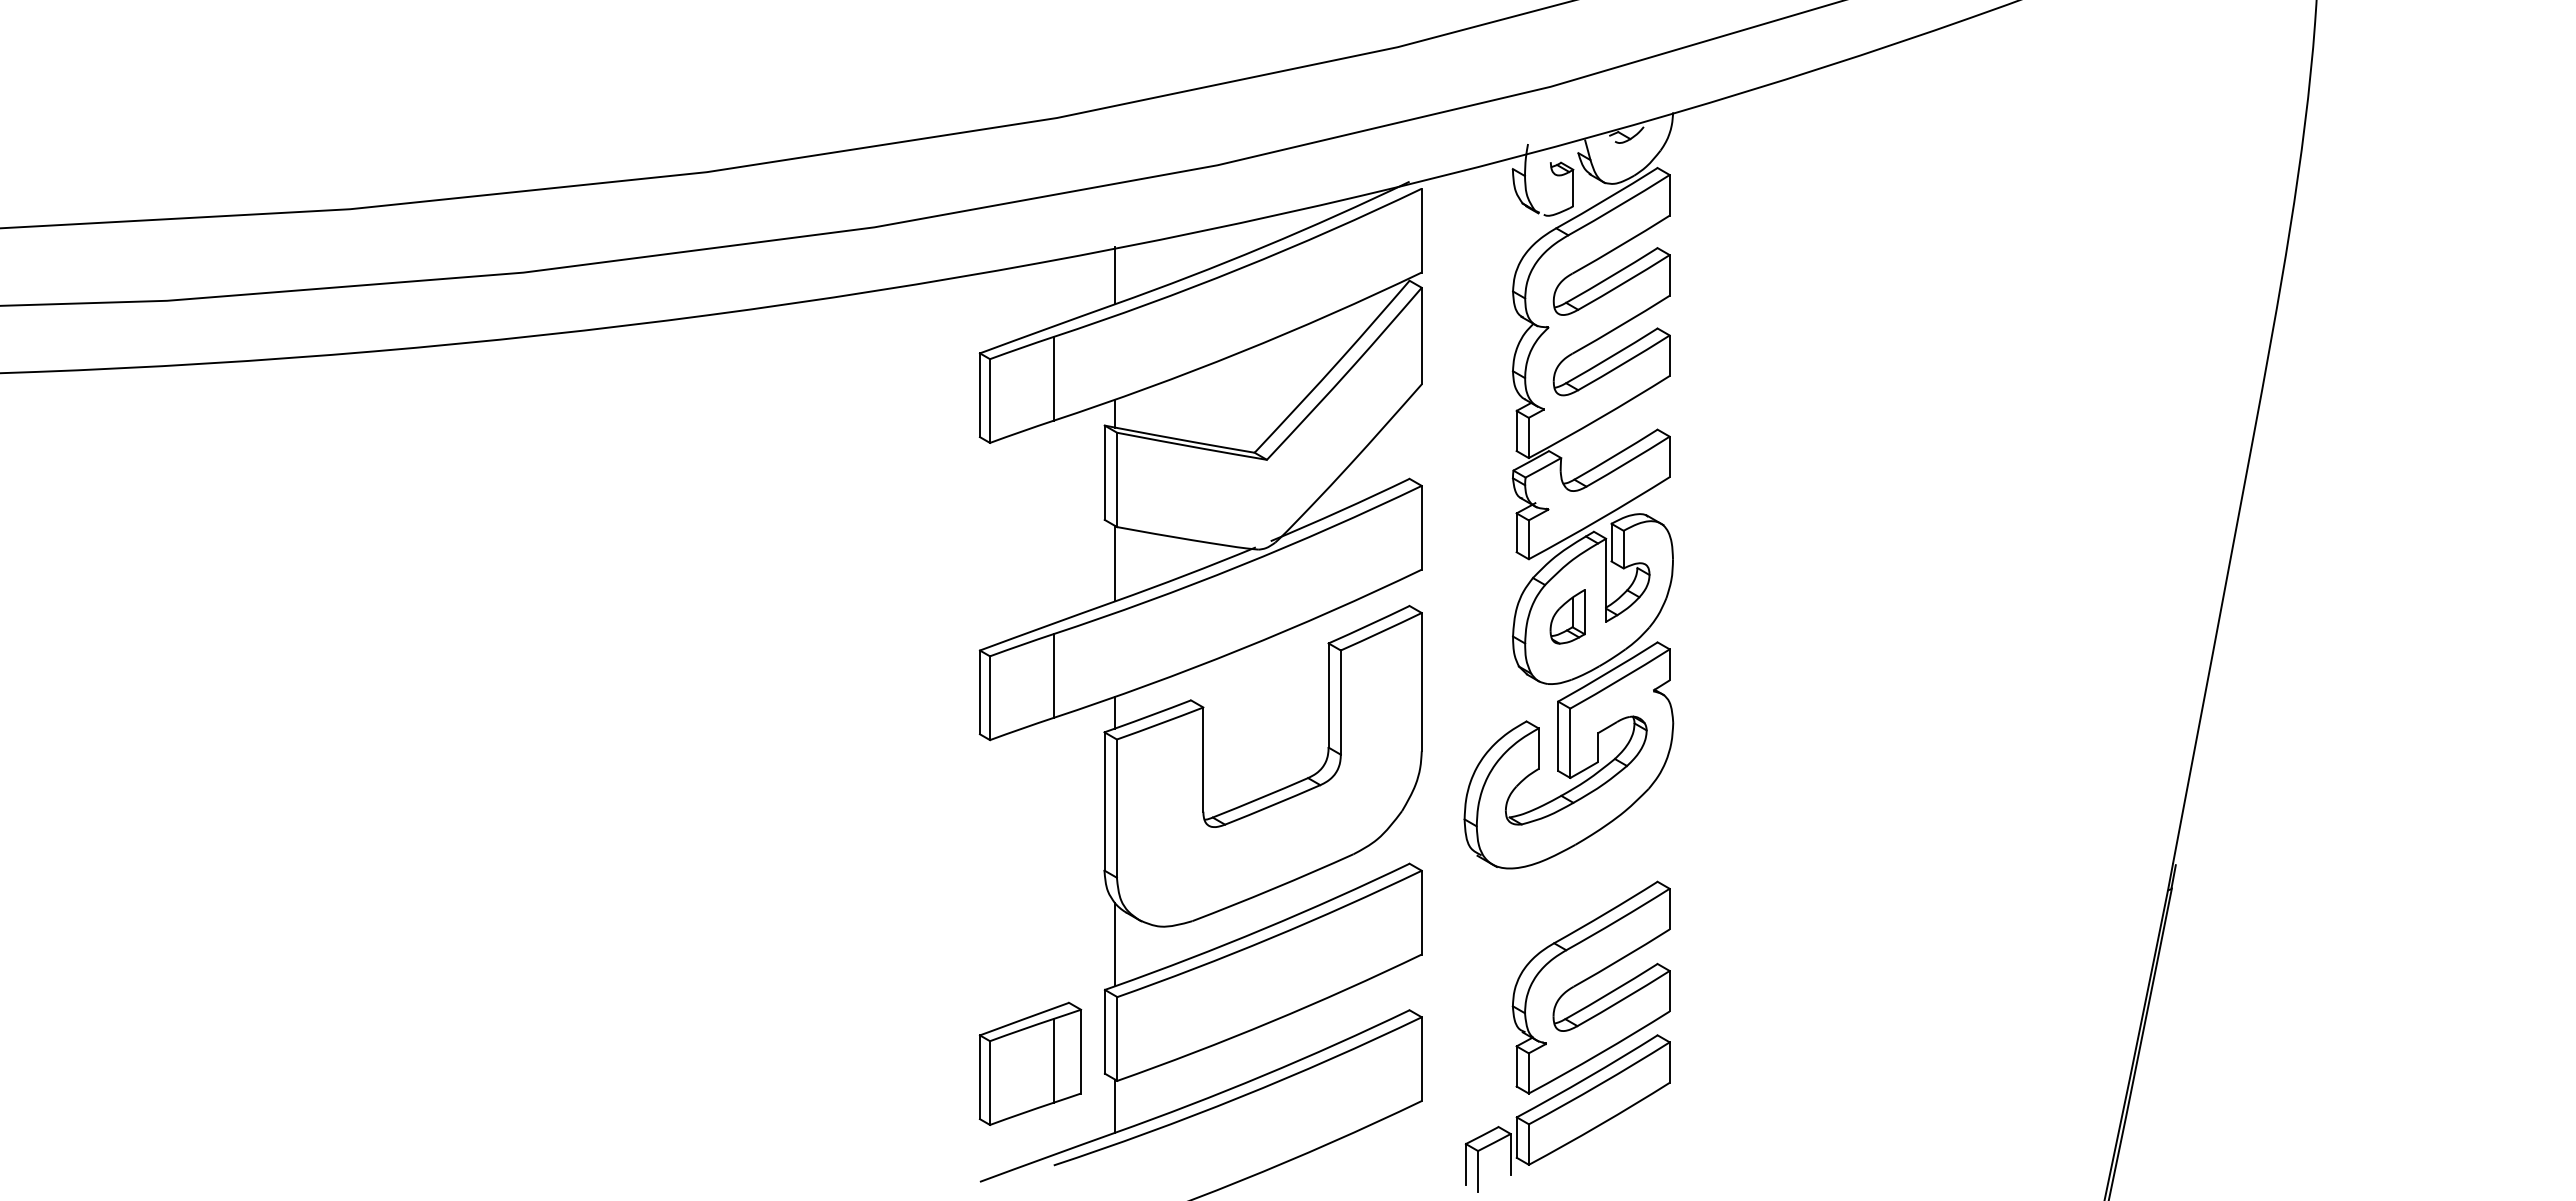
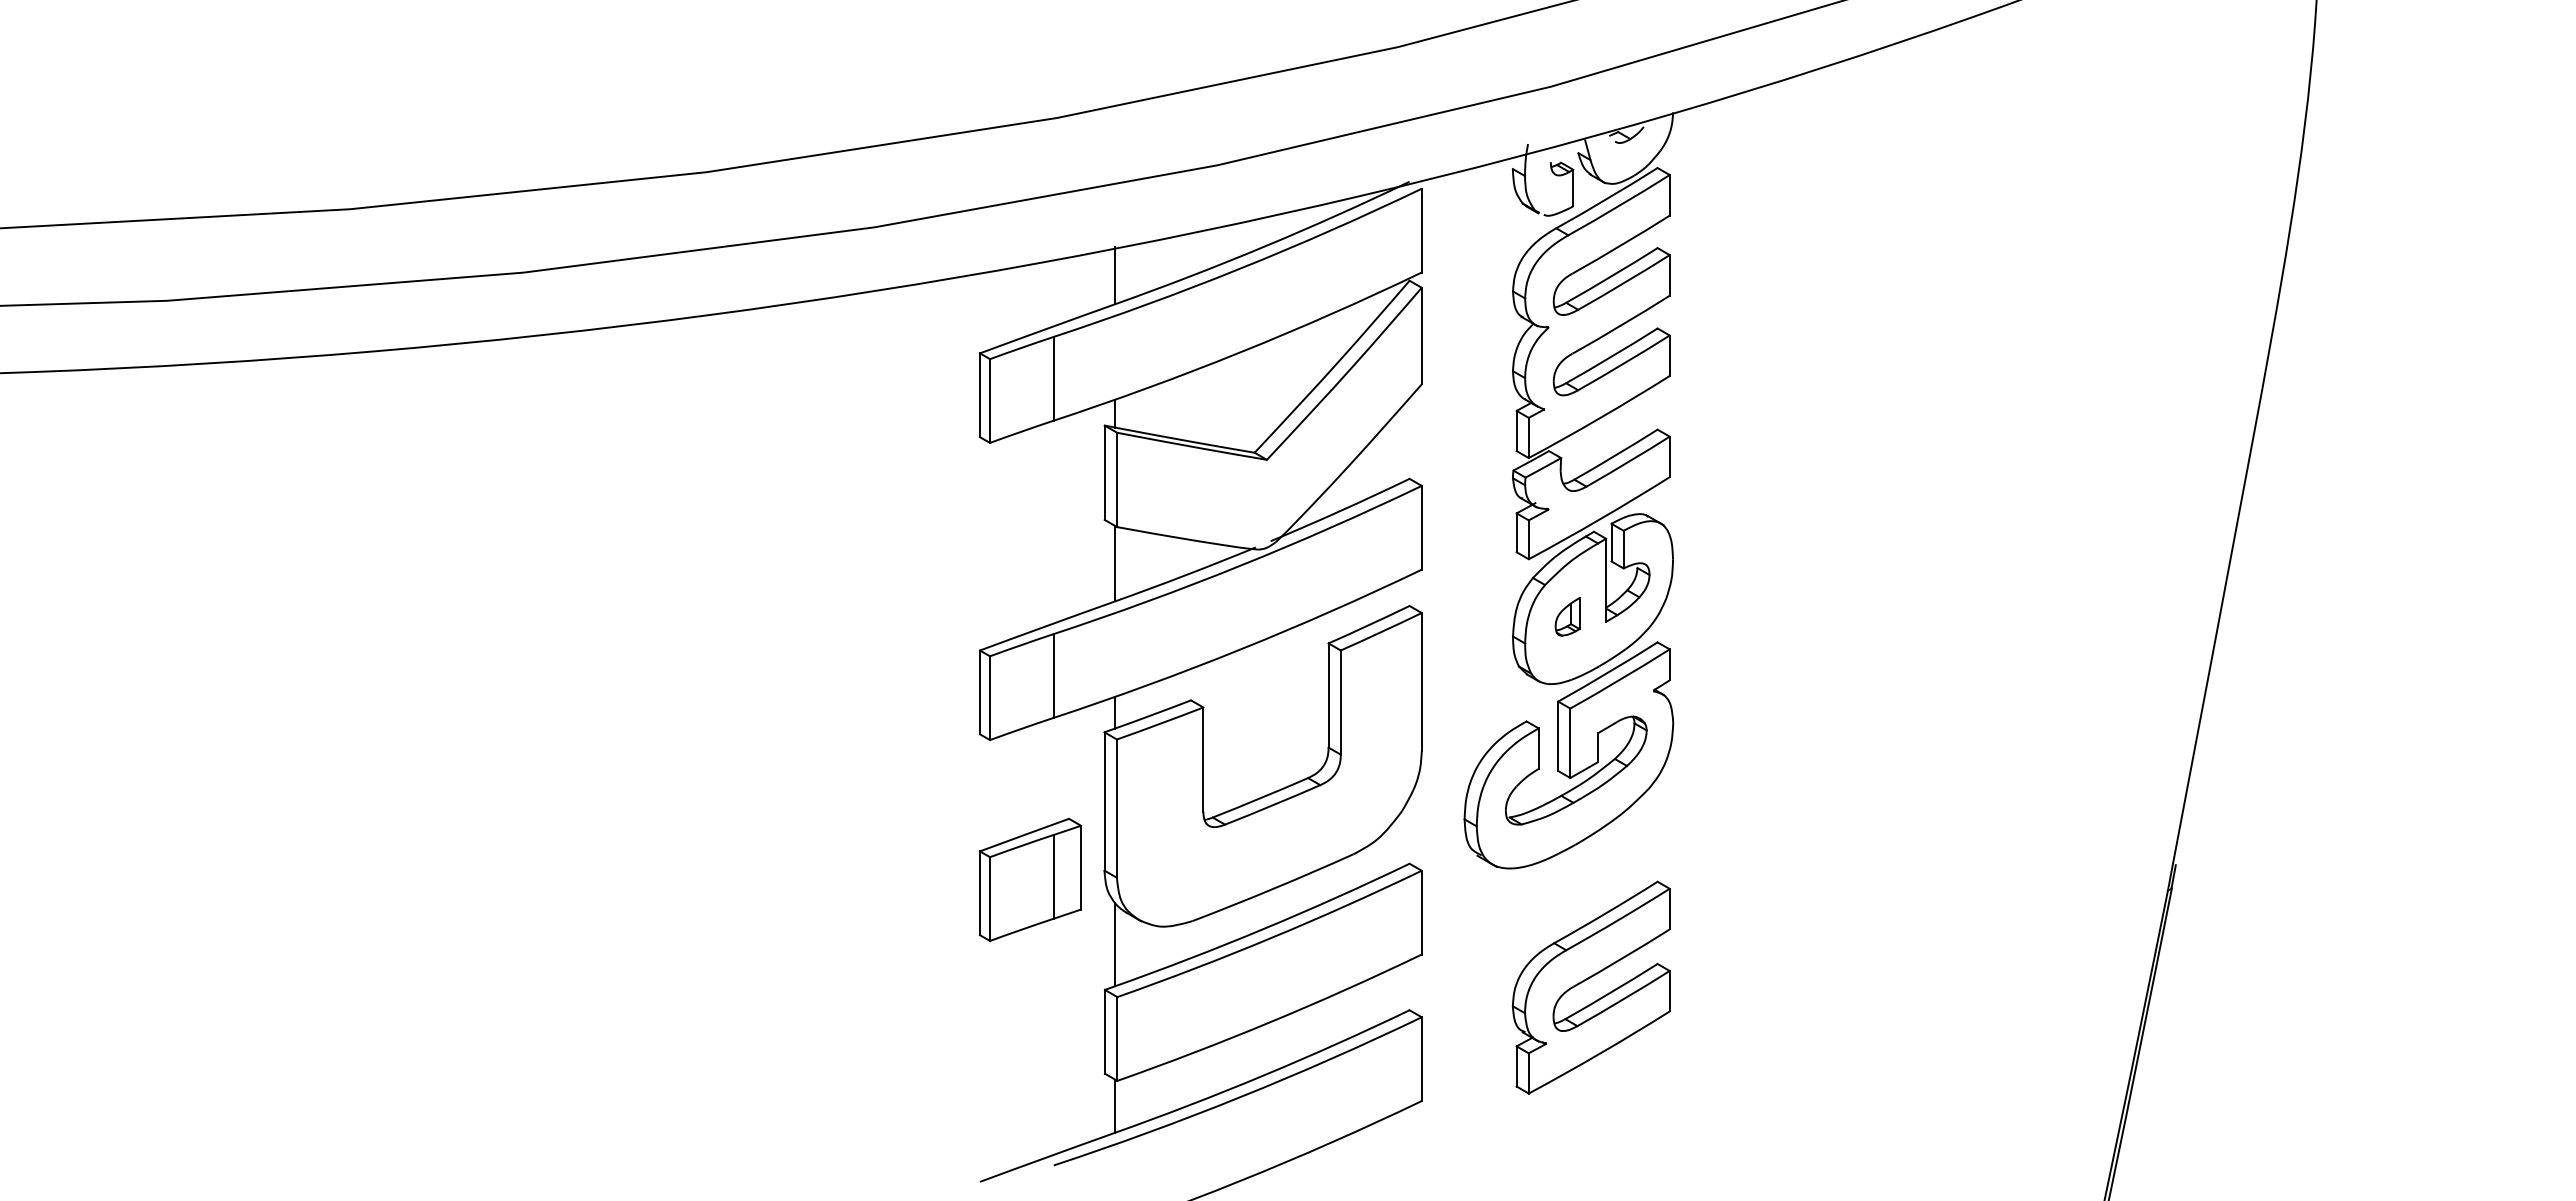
part at (1567, 616) size: 37x56 px -> 27x40 px
part at (1030, 1063) position: (1030, 1063) -> (1030, 879)
part at (1567, 1113): present -> none
